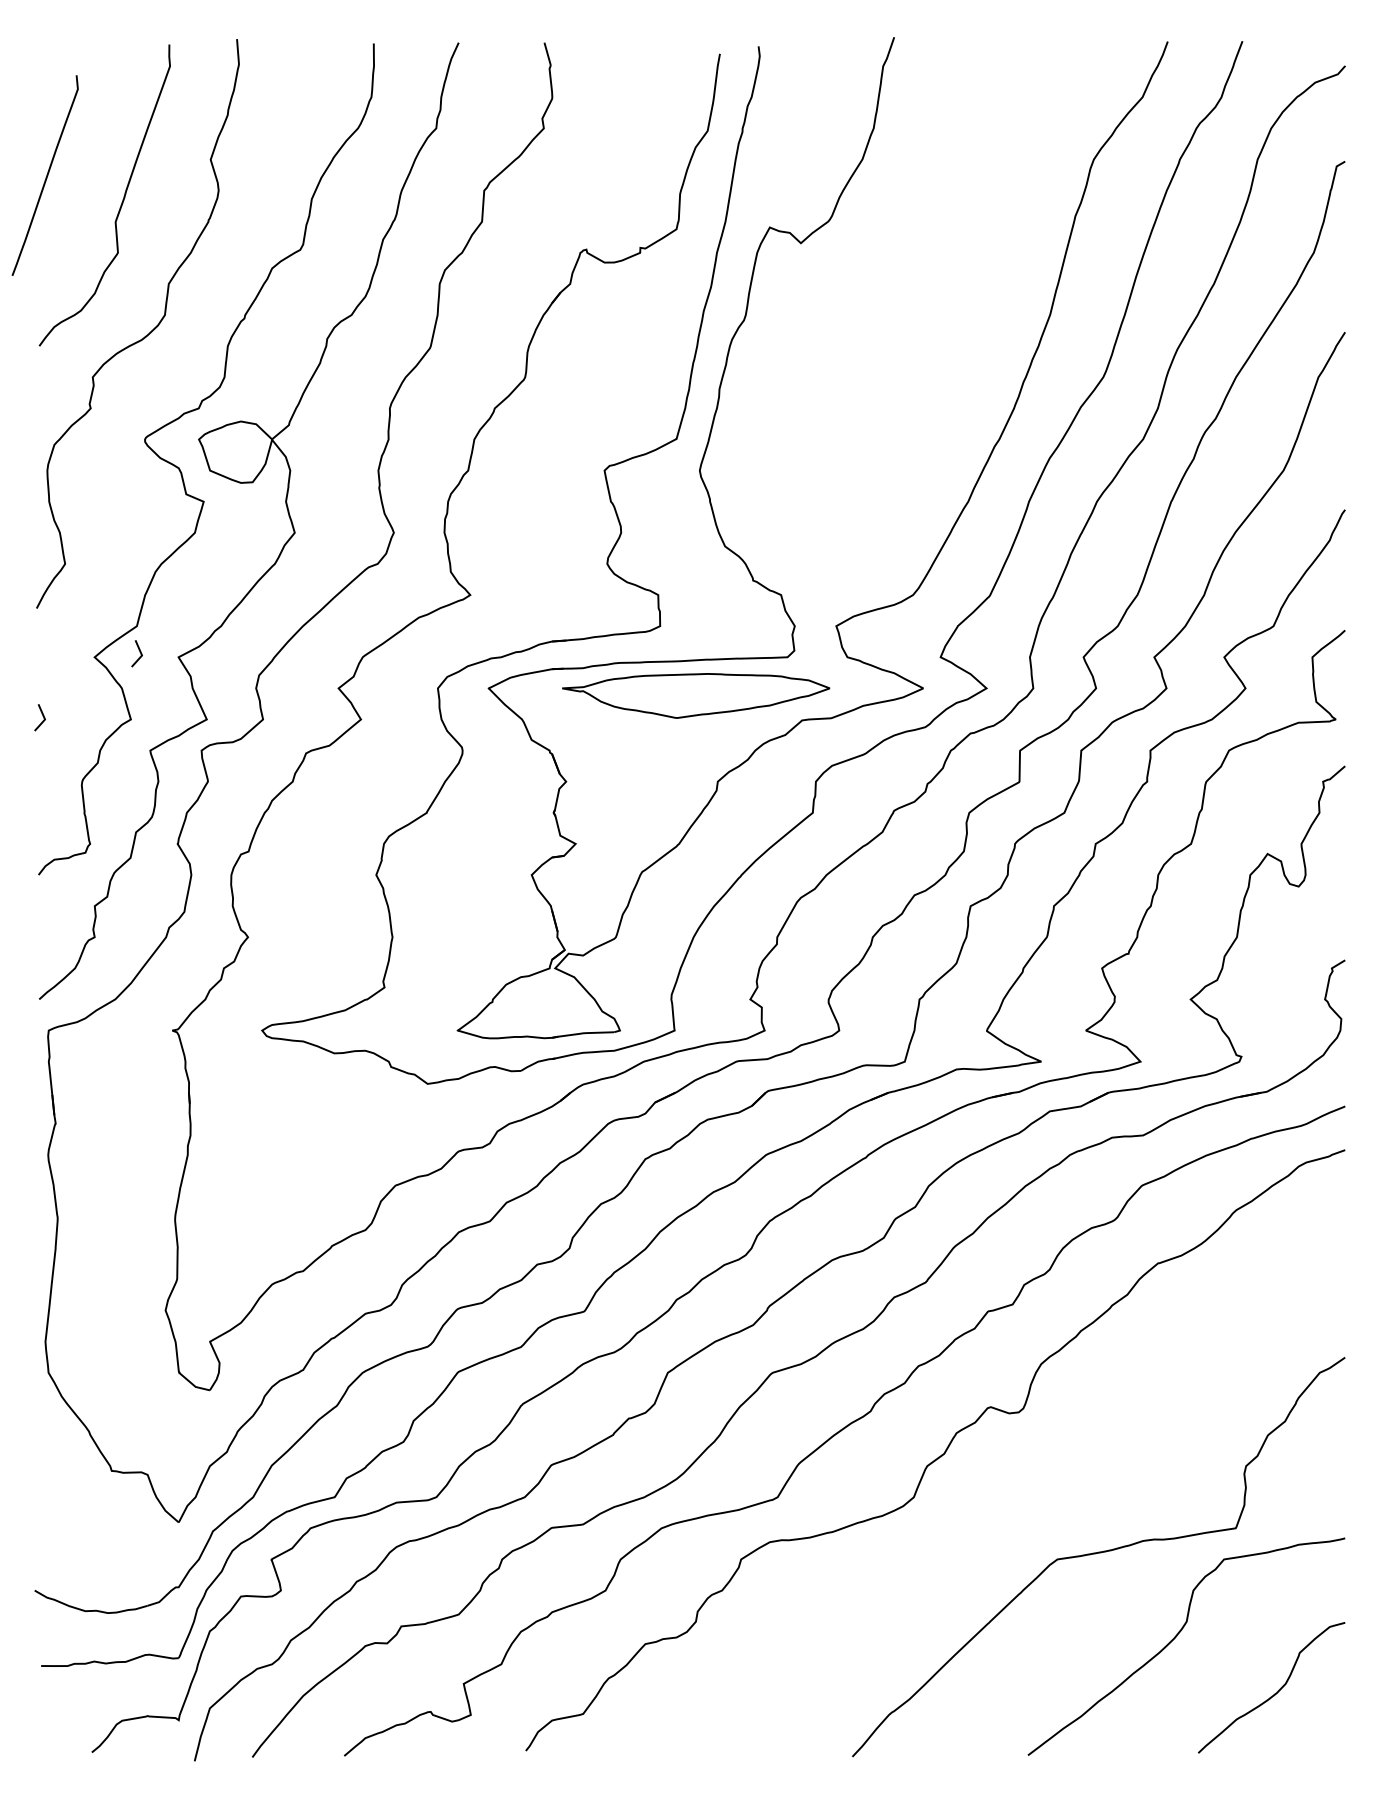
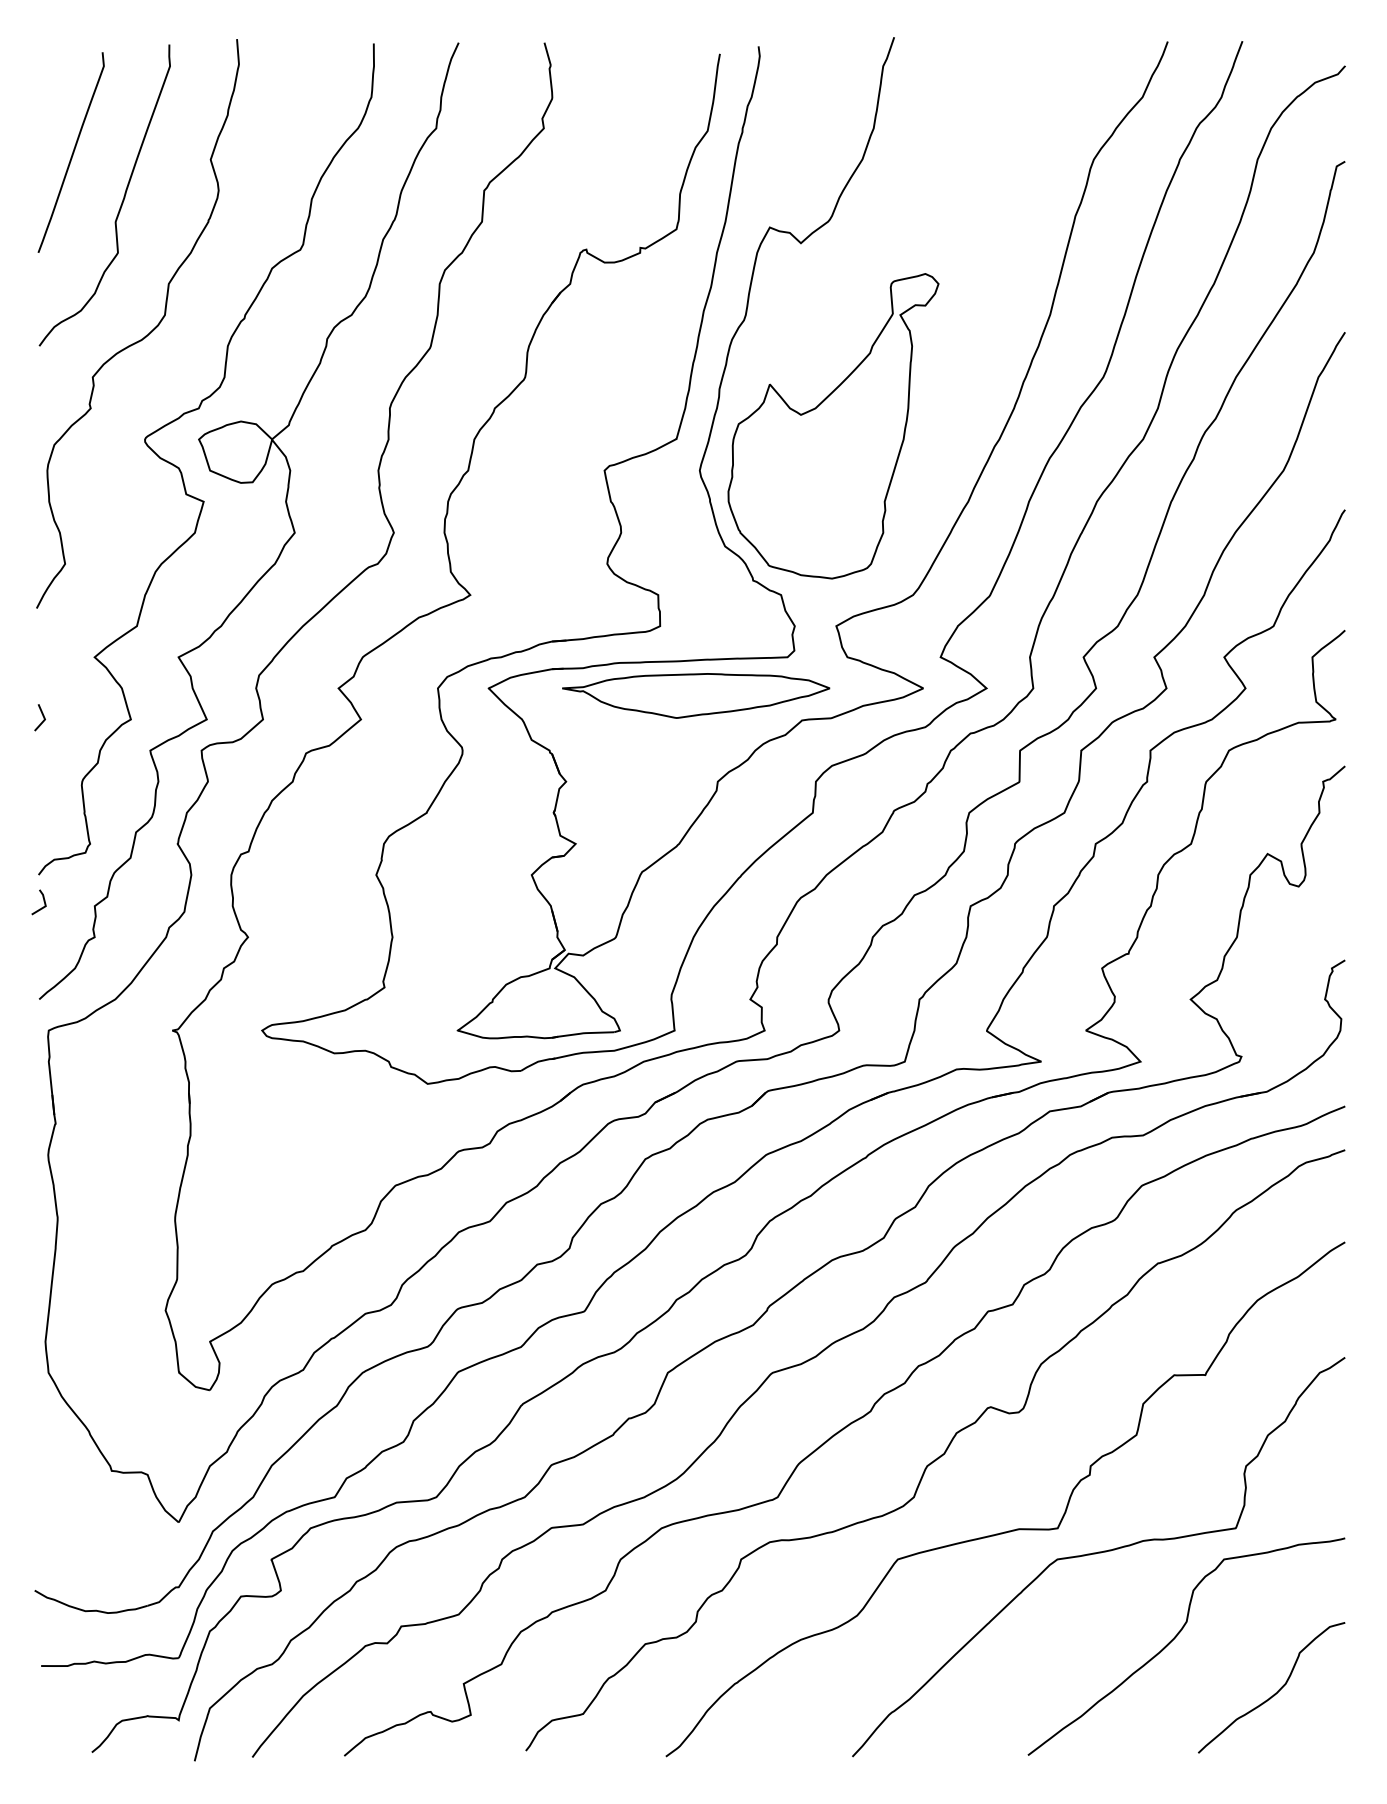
curve at (46, 175) position: (46, 175) -> (72, 152)
part at (833, 426): none -> present
line at (139, 652): present -> none
line at (43, 901): none -> present
curve at (1012, 1529): none -> present
